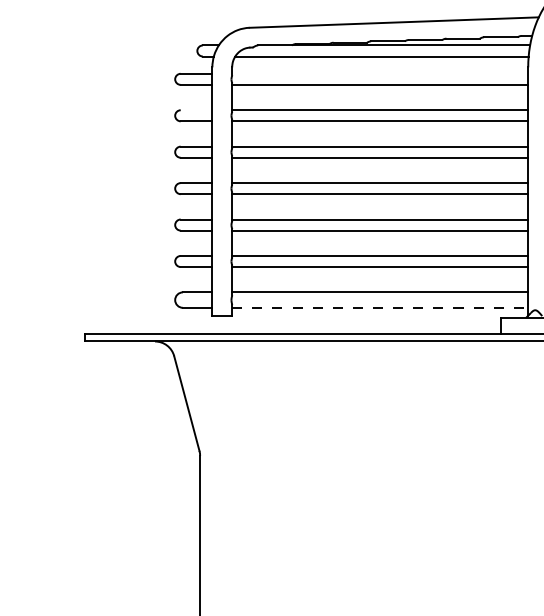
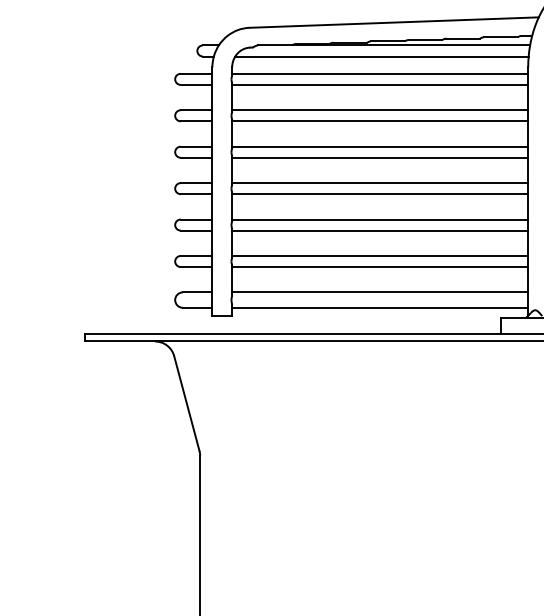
line at (380, 73): none -> present
line at (196, 110): none -> present
line at (380, 307): dashed -> solid
